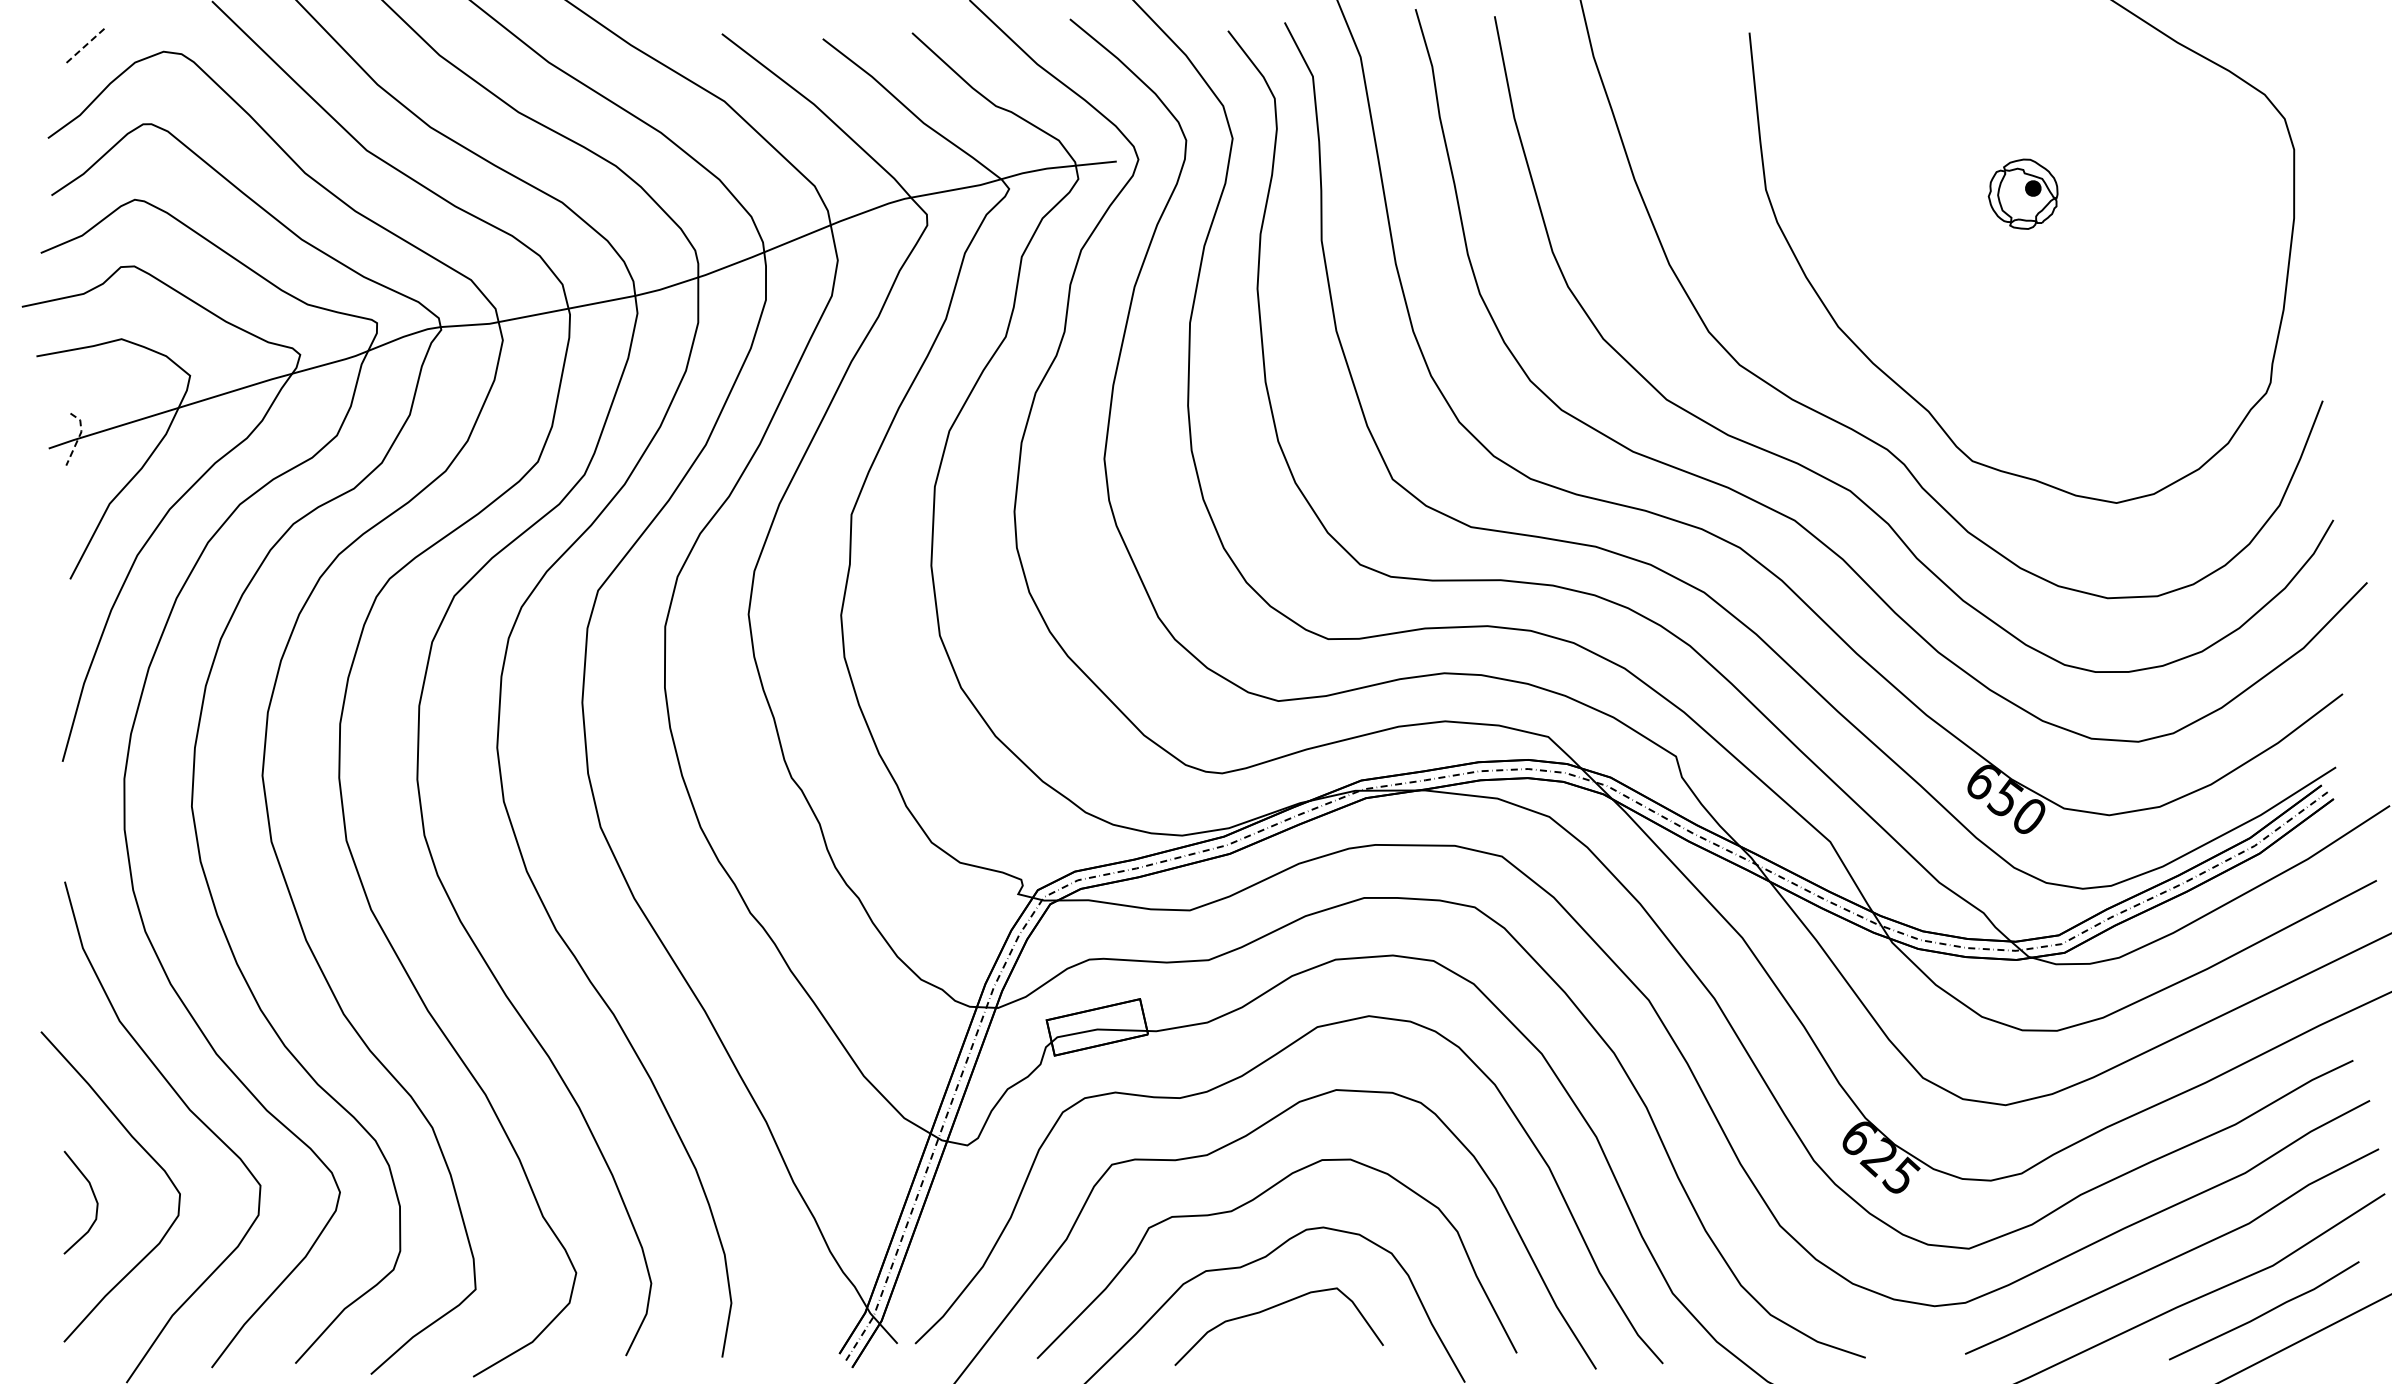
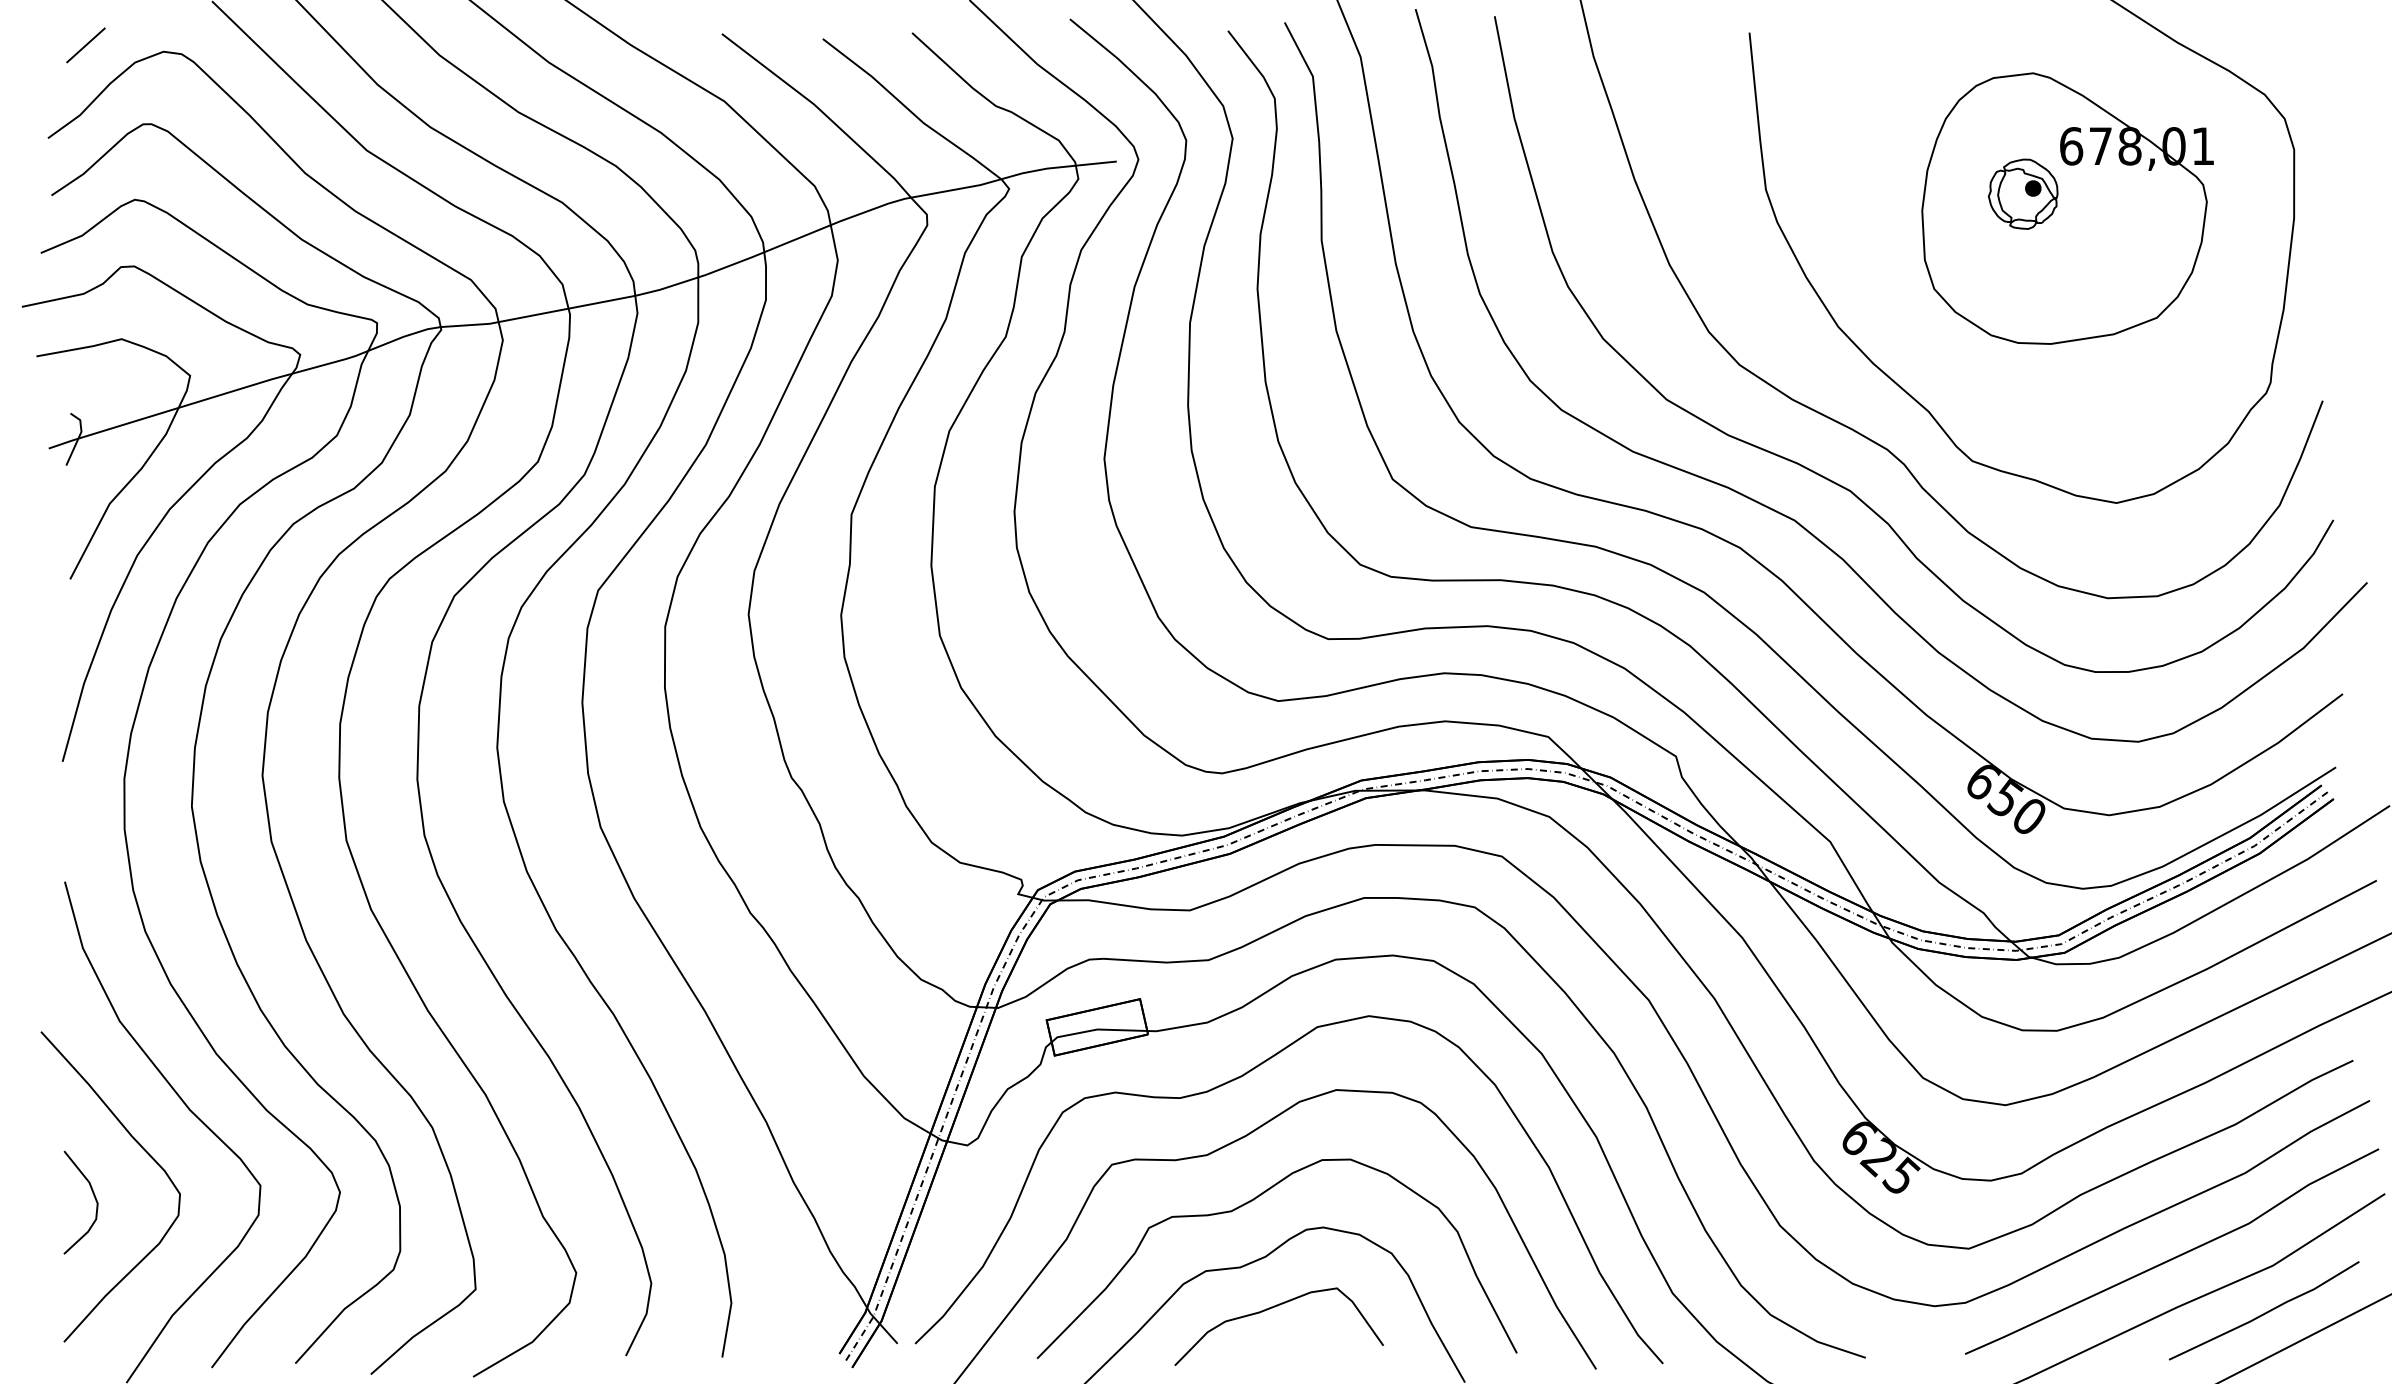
line at (86, 45): dashed -> solid
part at (2067, 208): none -> present
line at (79, 437): dashed -> solid
